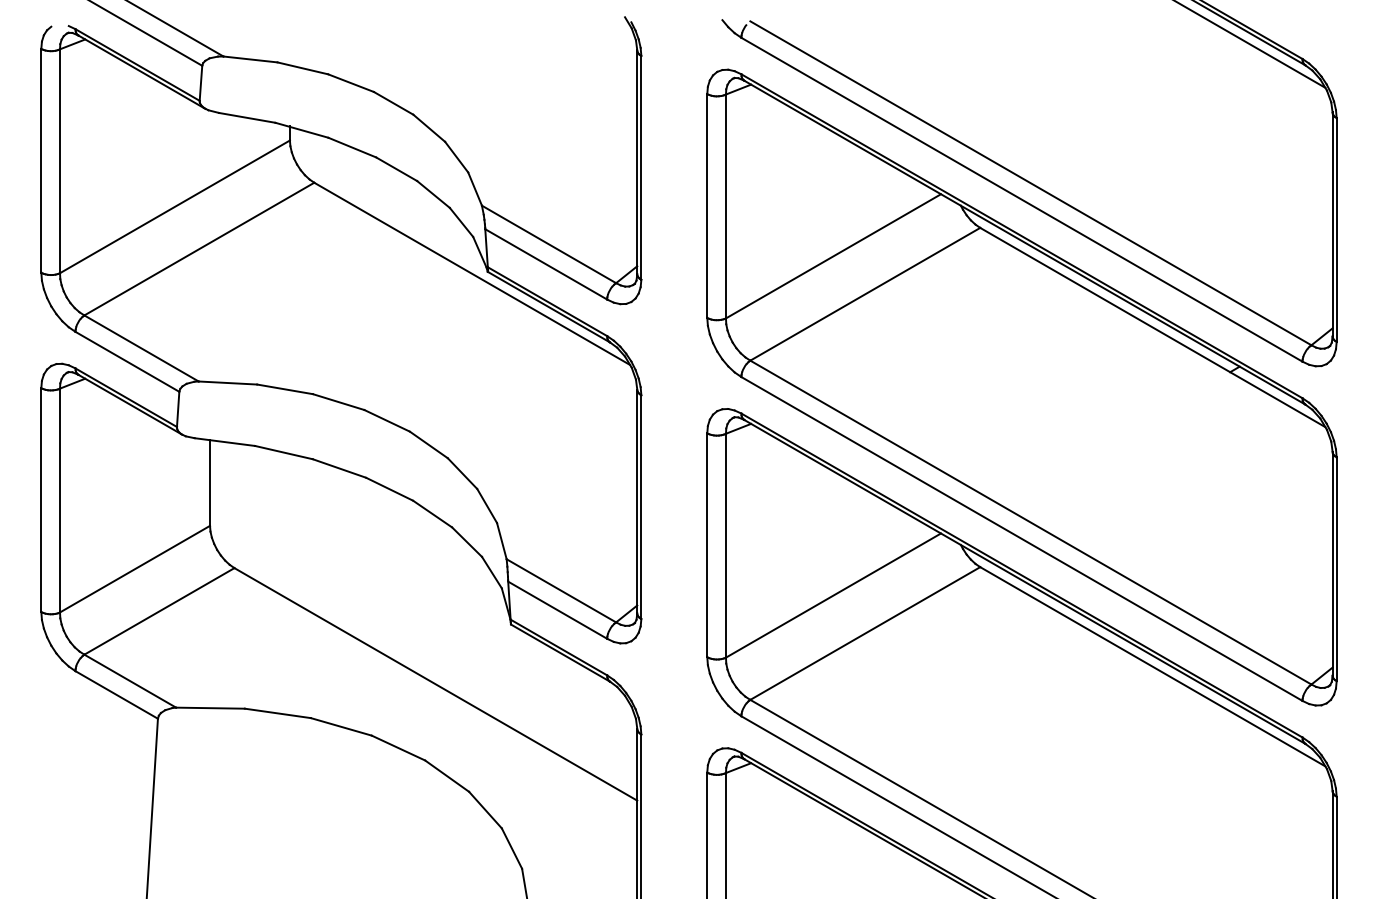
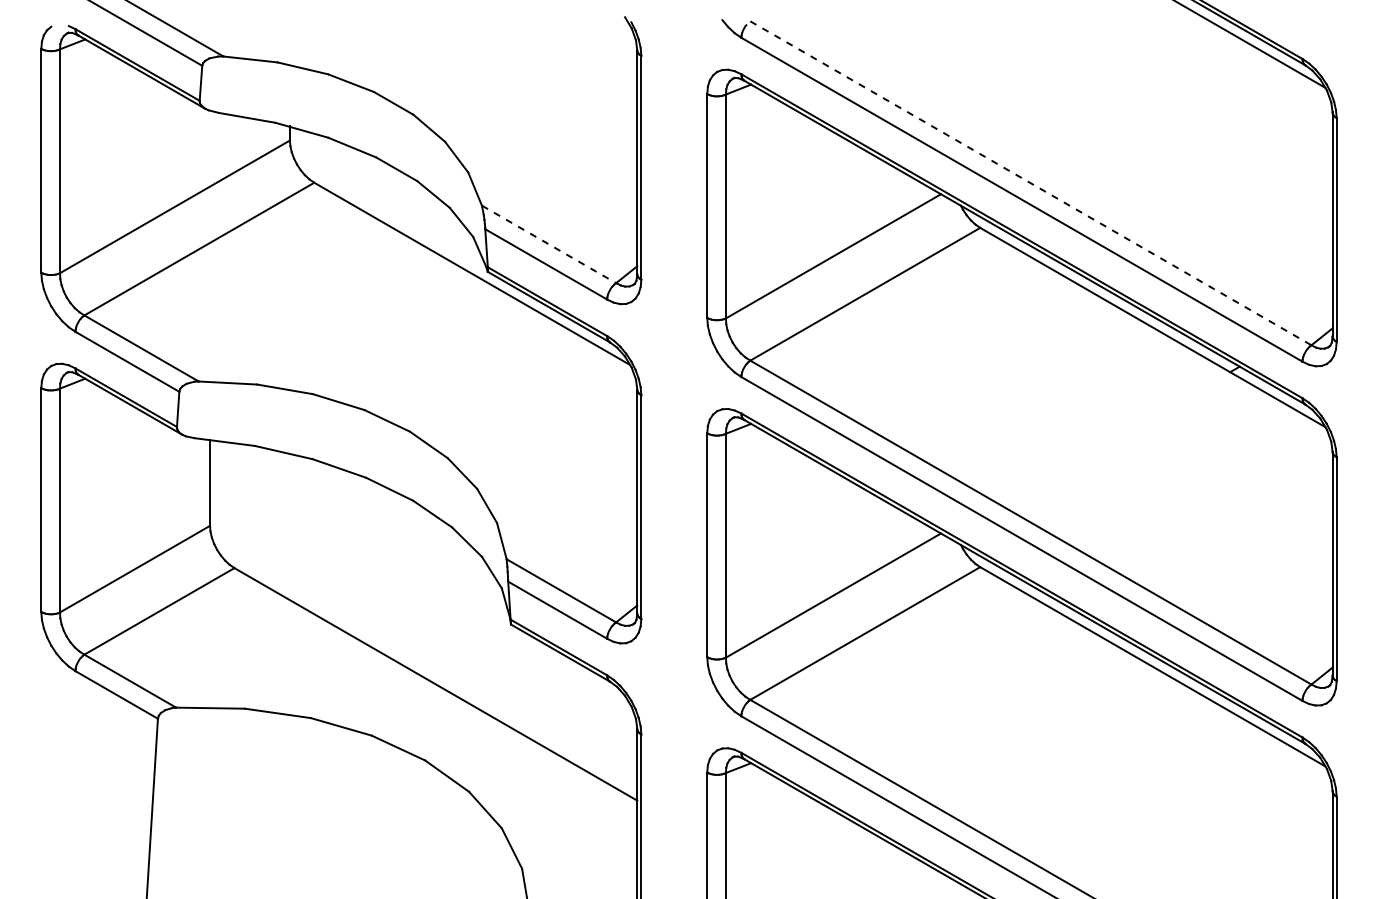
line at (1030, 183): solid -> dashed
line at (549, 244): solid -> dashed
